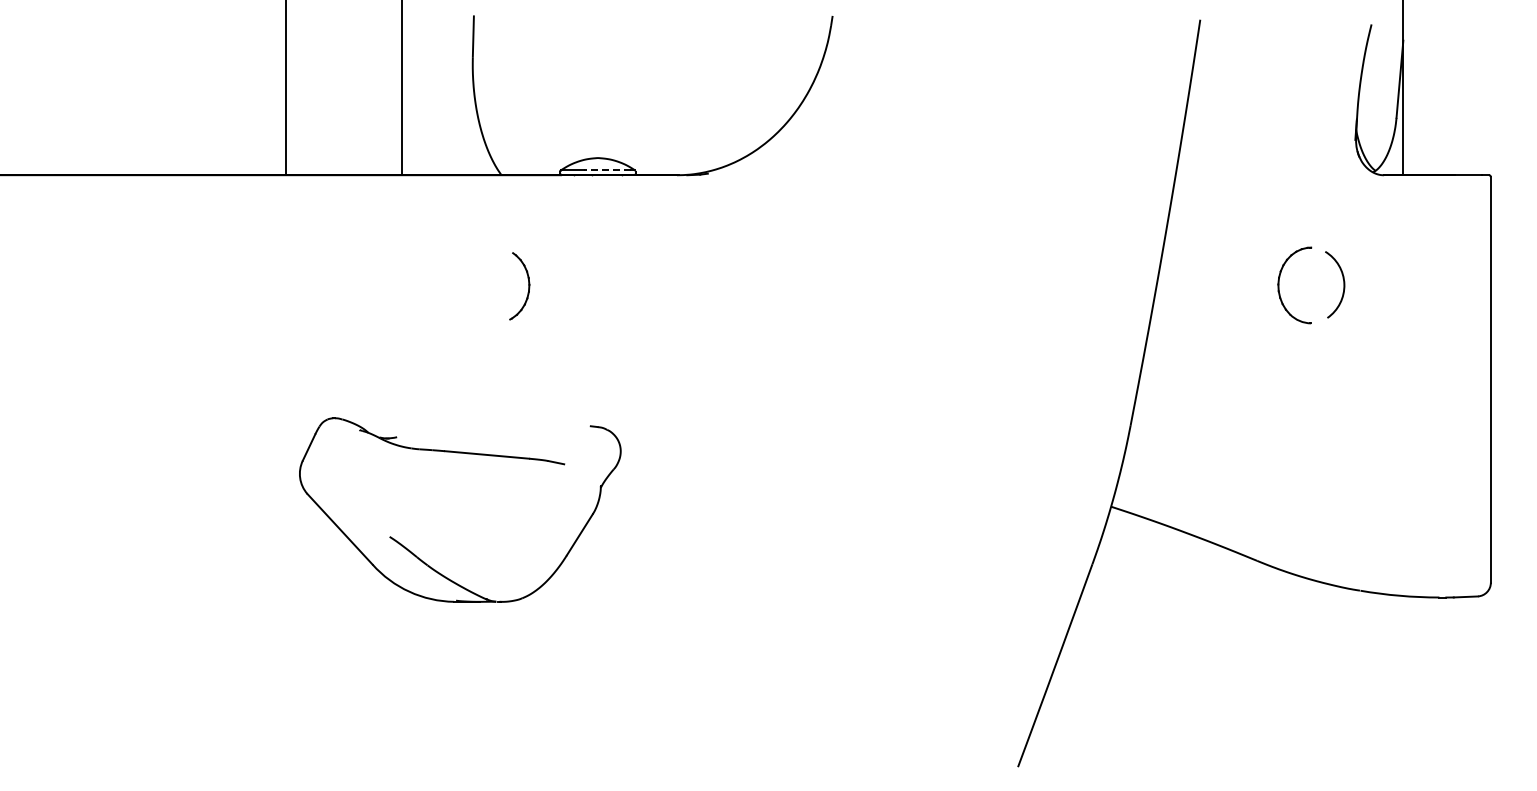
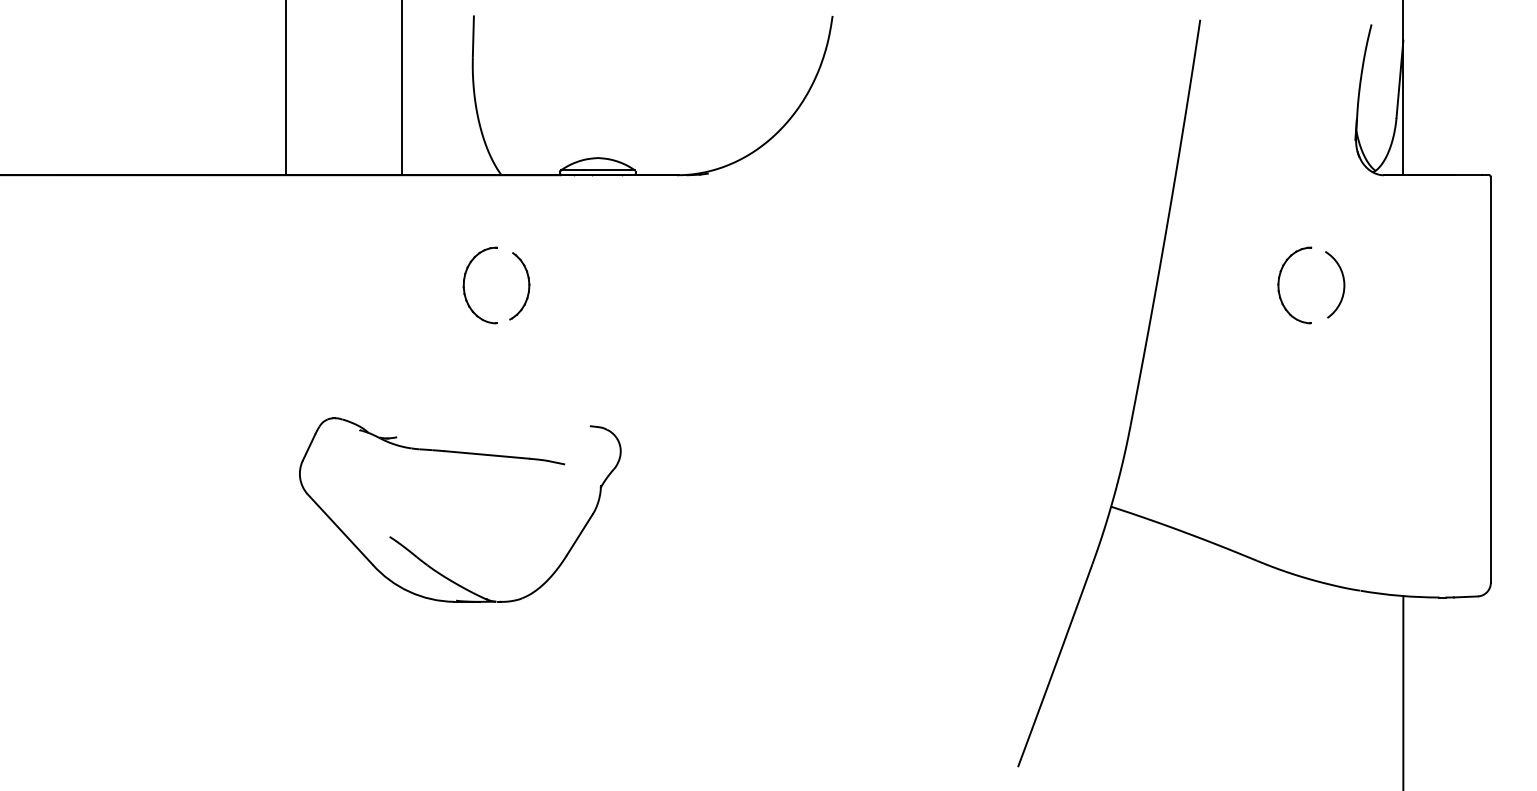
line at (607, 170): dashed -> solid
part at (464, 285): none -> present
line at (1403, 691): none -> present
